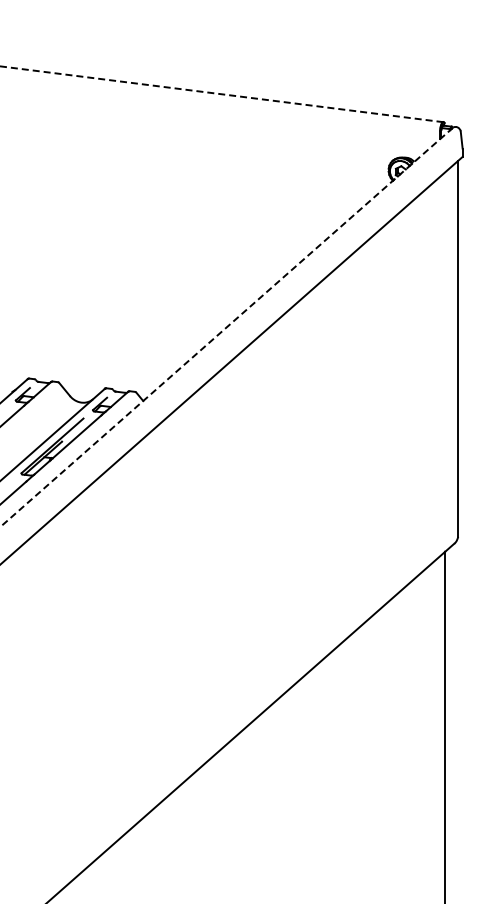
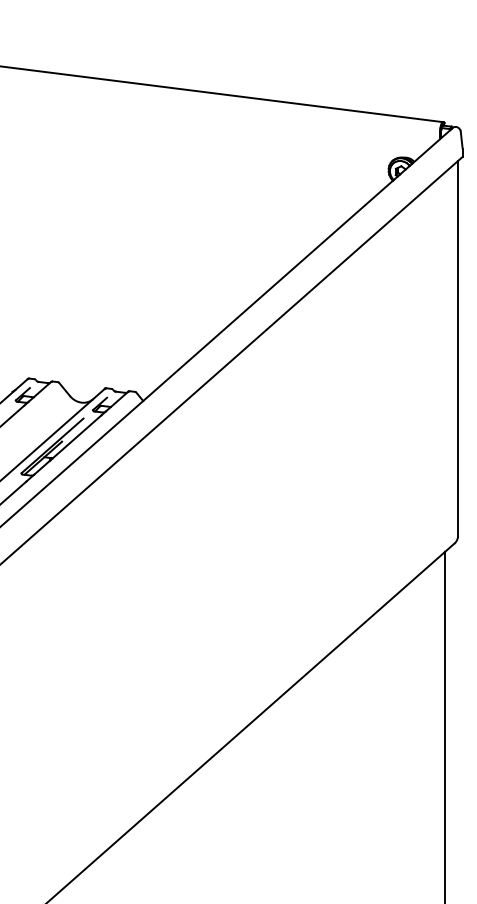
line at (221, 94): dashed -> solid
line at (226, 327): dashed -> solid
